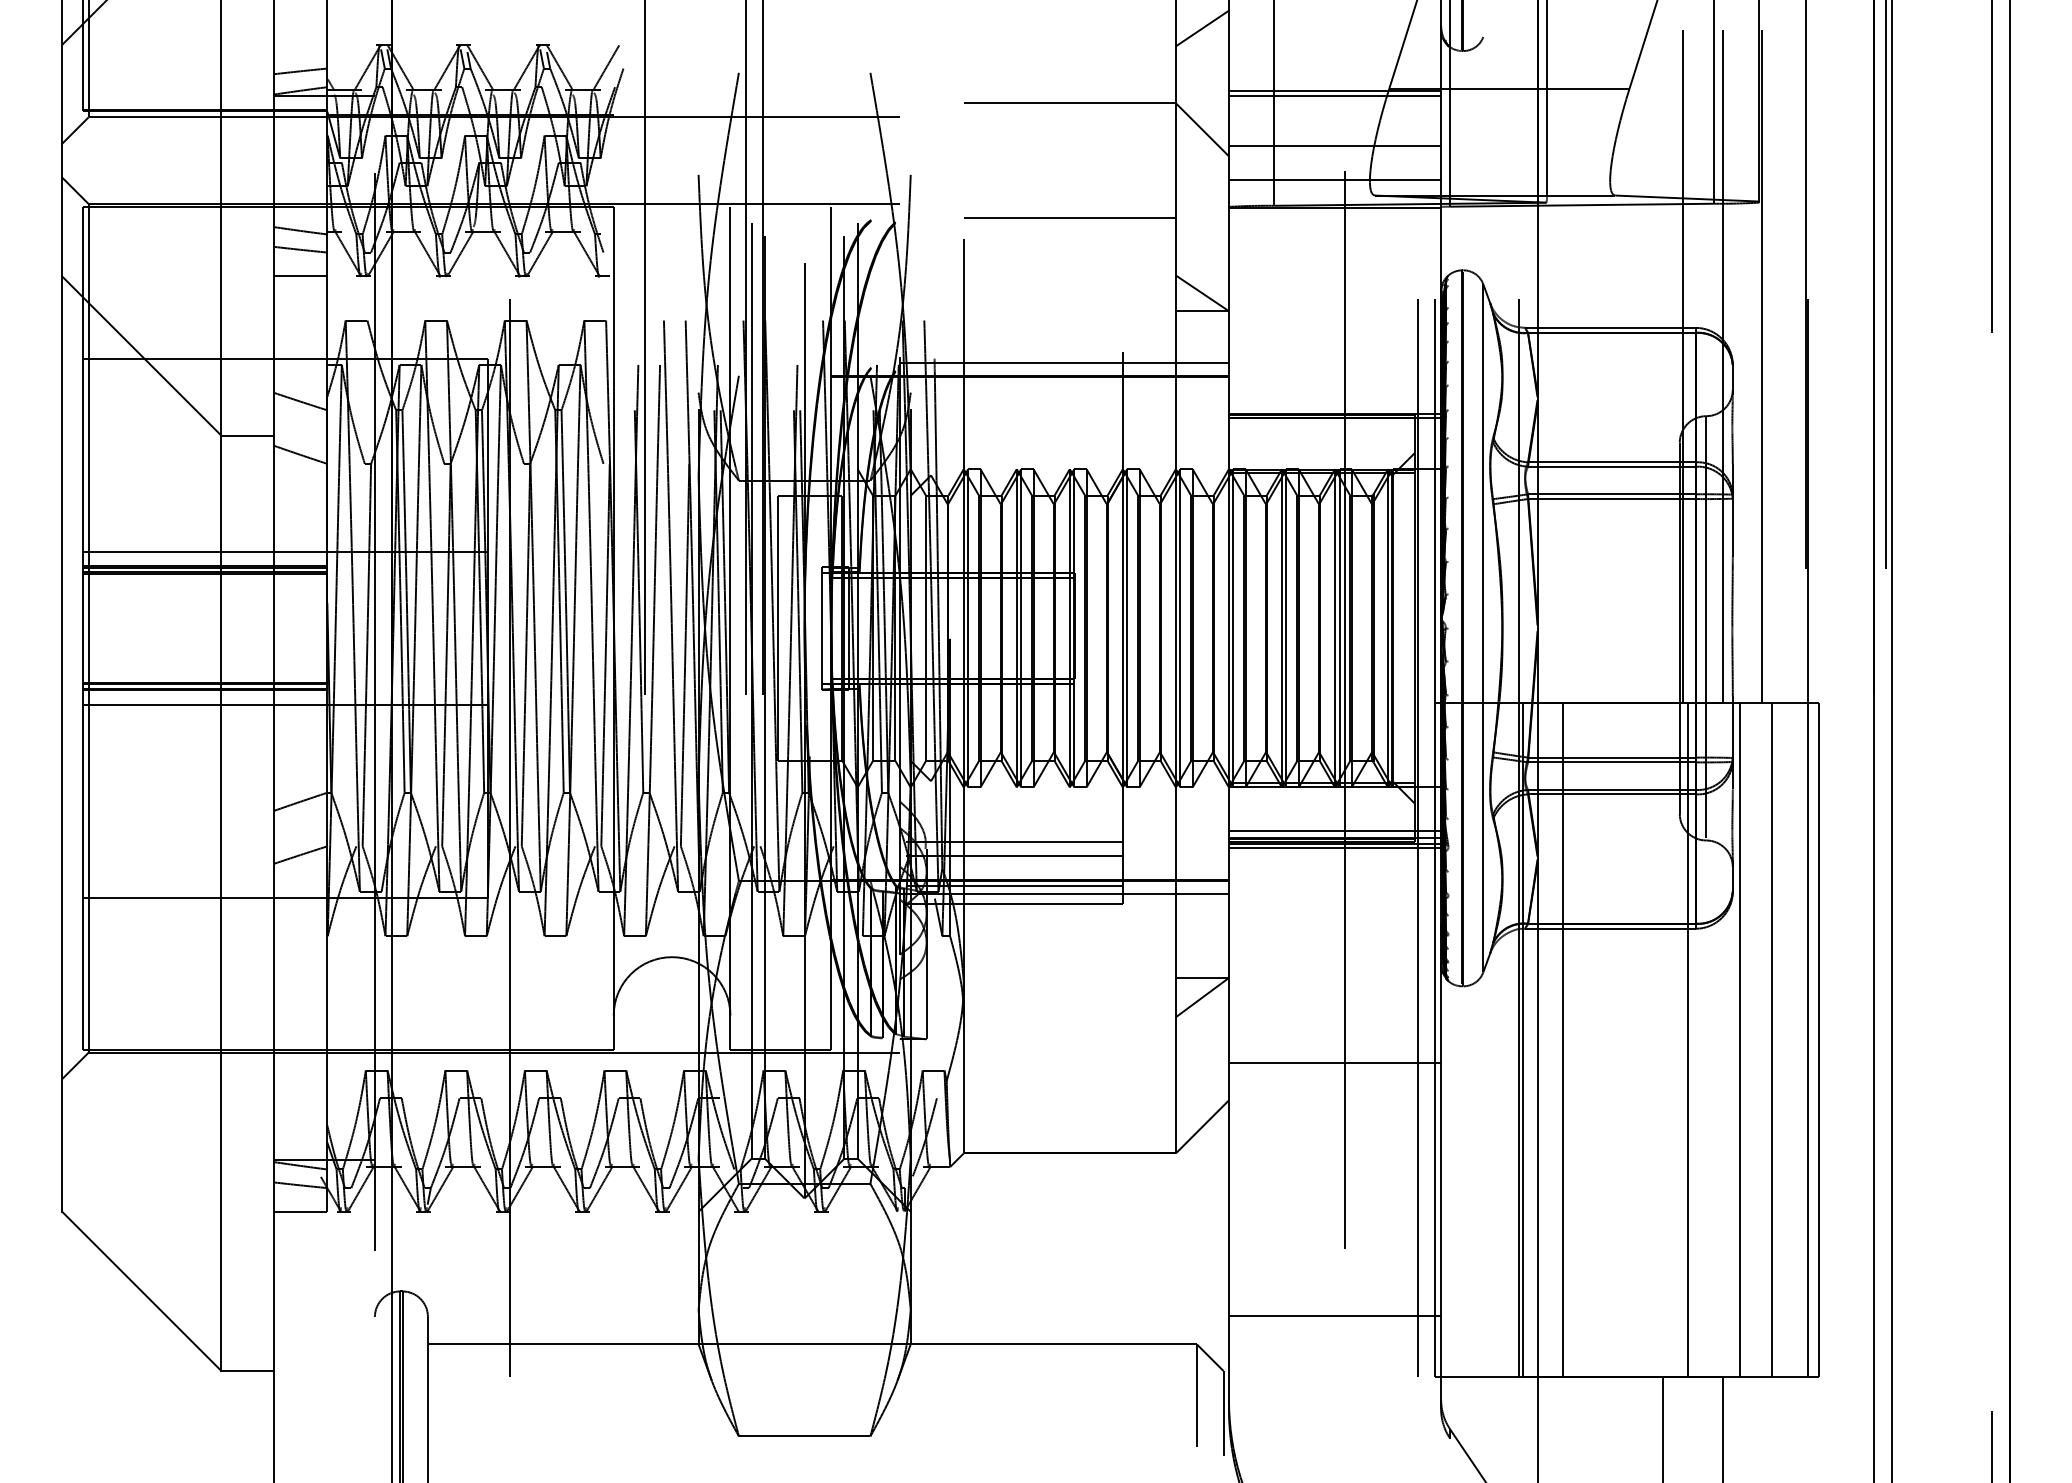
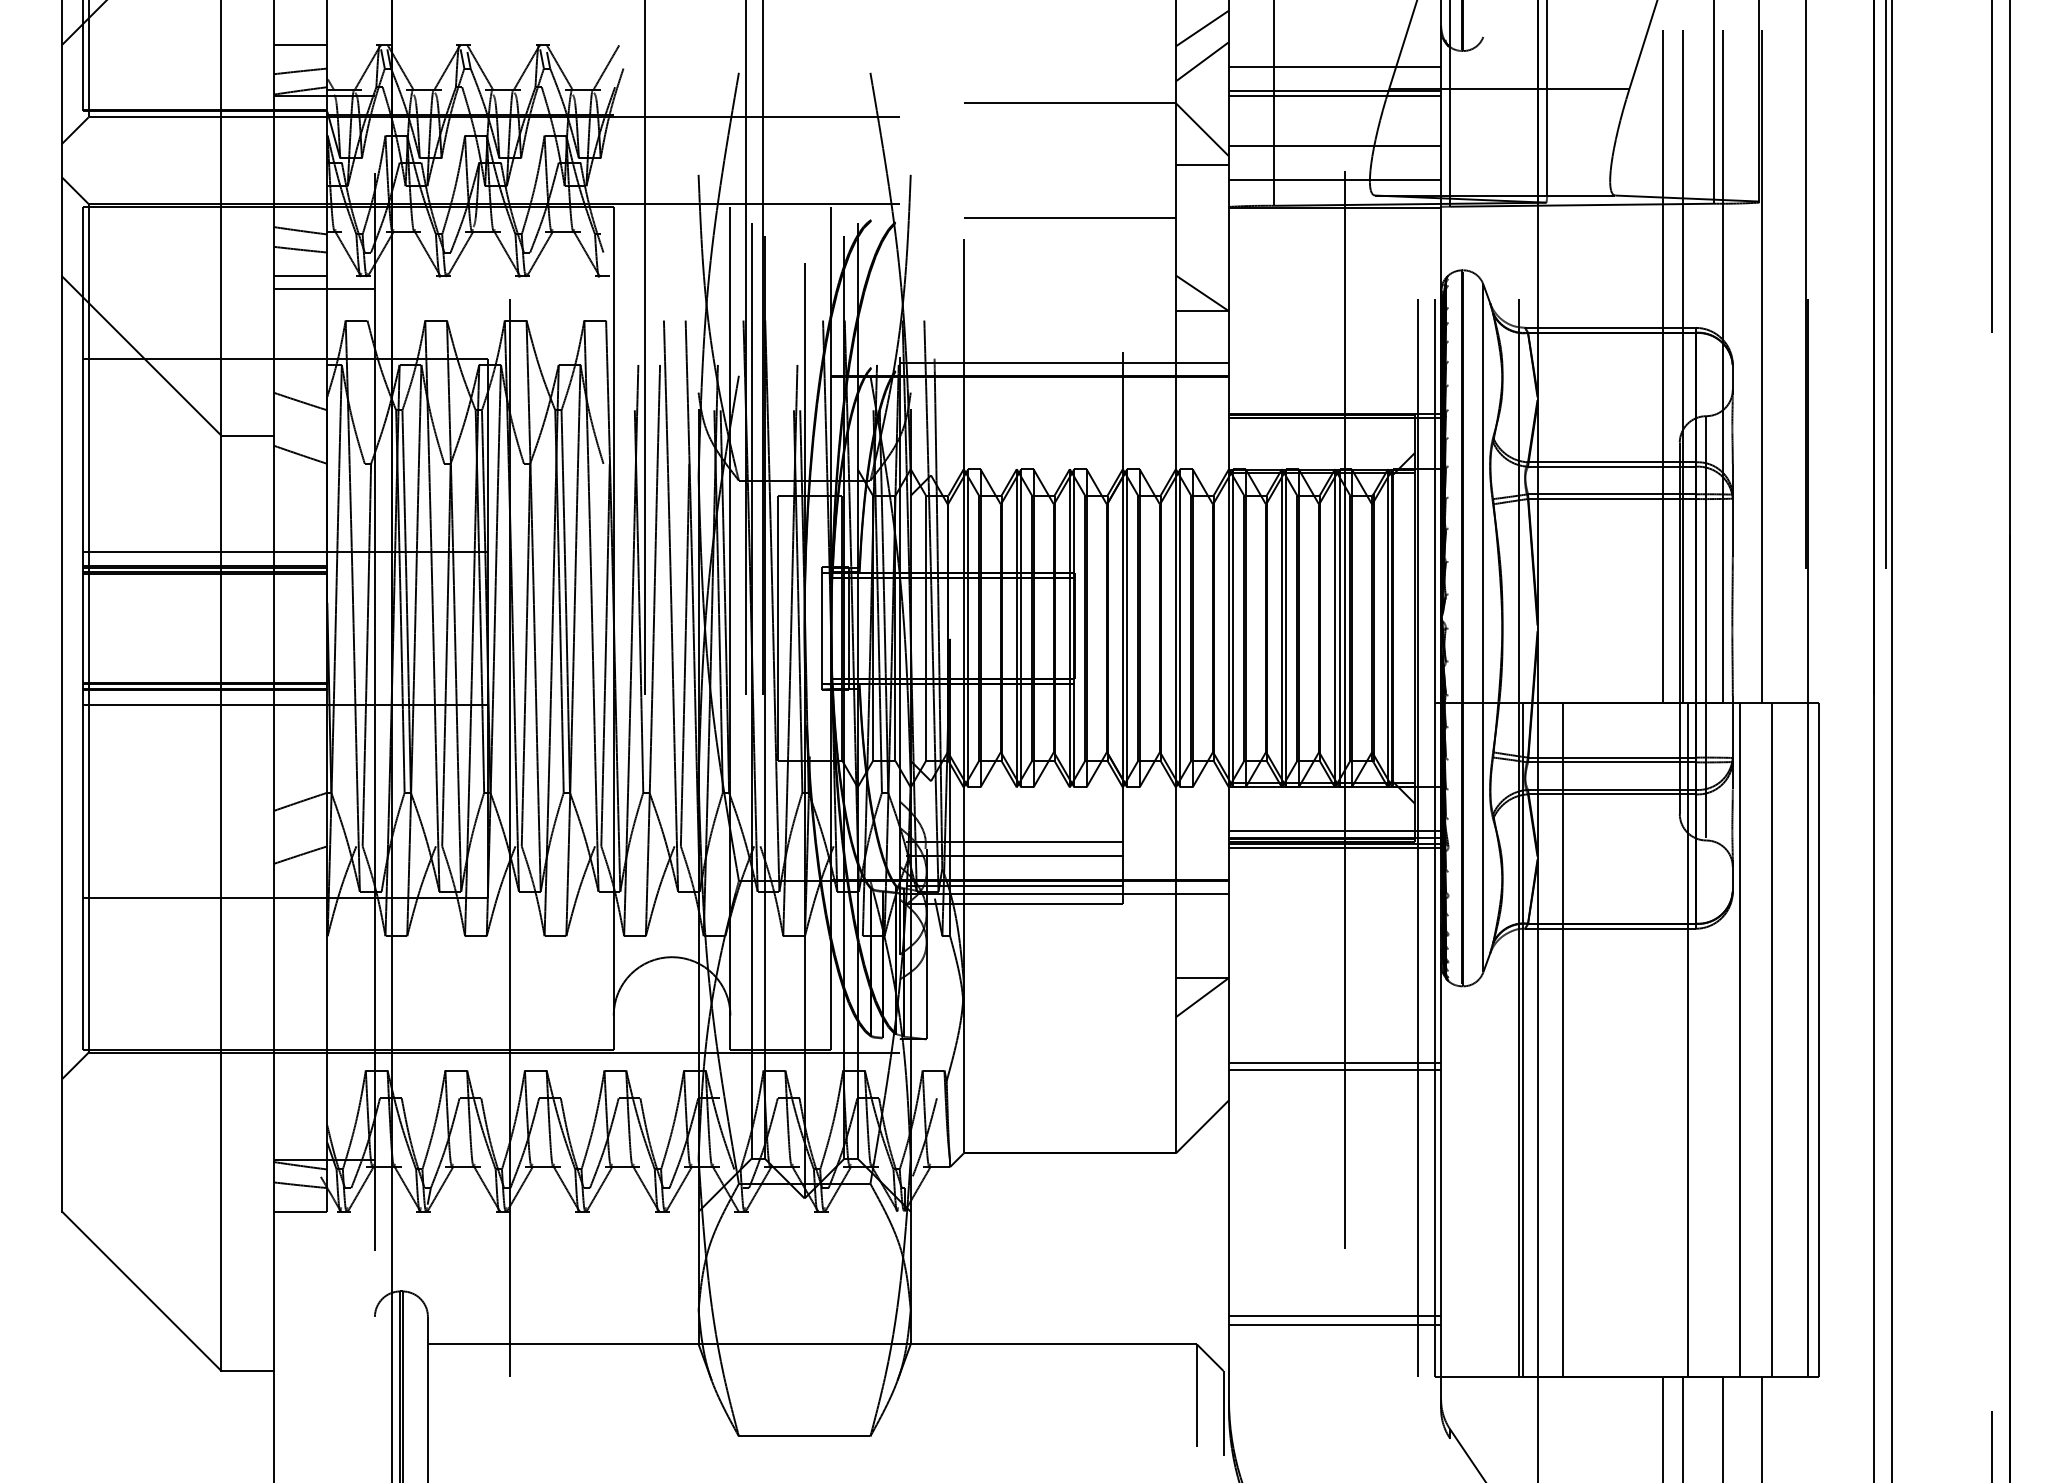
line at (300, 44): none -> present
line at (1201, 61): none -> present
line at (1334, 66): none -> present
line at (1201, 165): none -> present
line at (324, 289): none -> present
line at (1663, 366): none -> present
line at (1334, 1069): none -> present
line at (1334, 1325): none -> present
line at (1682, 1427): none -> present
line at (1761, 1427): none -> present
